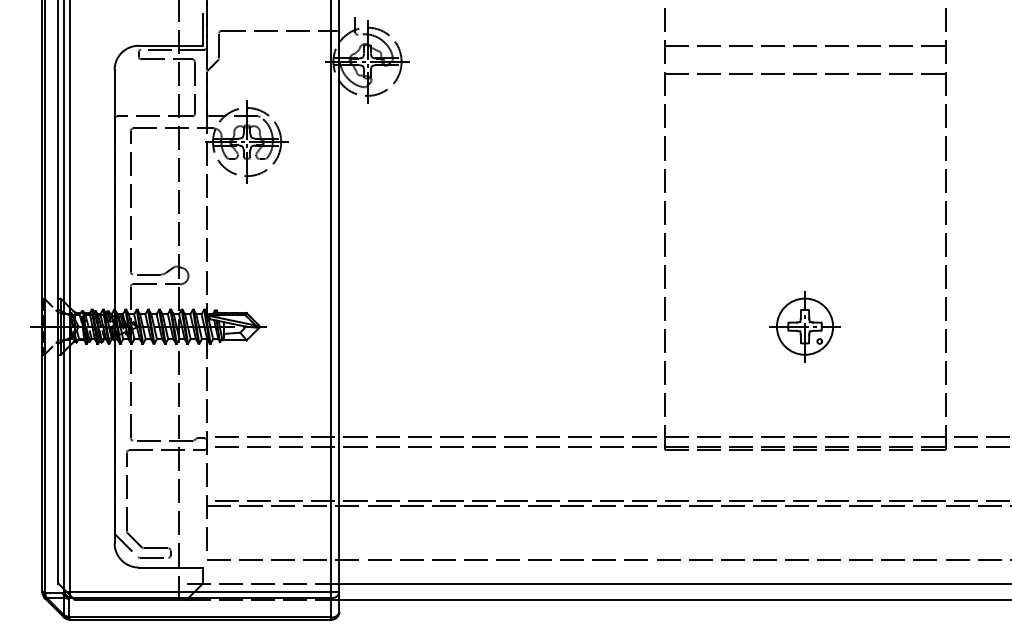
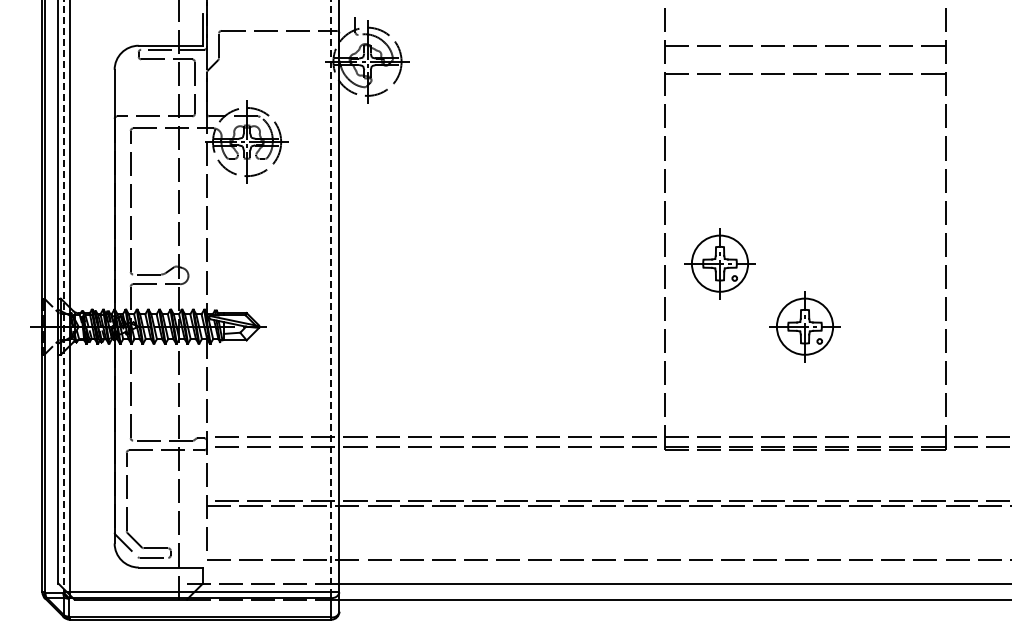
part at (719, 263): none -> present
line at (64, 296): solid -> dashed
line at (331, 296): solid -> dashed
